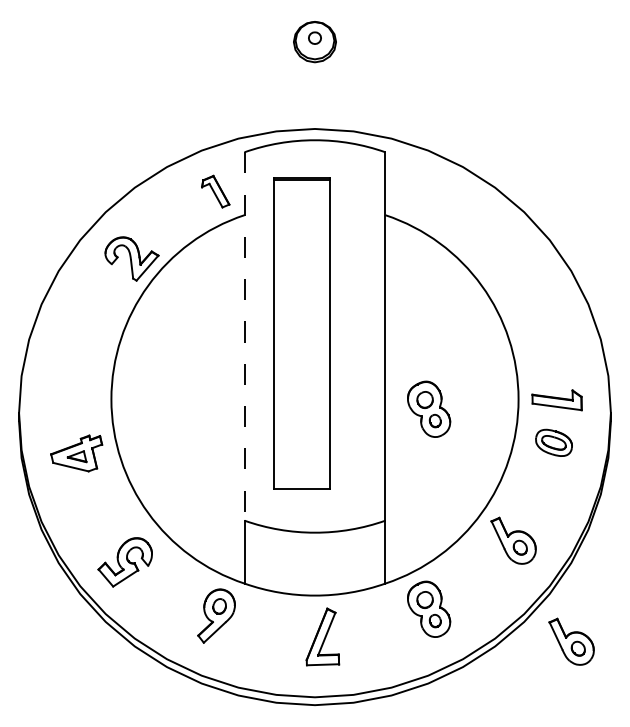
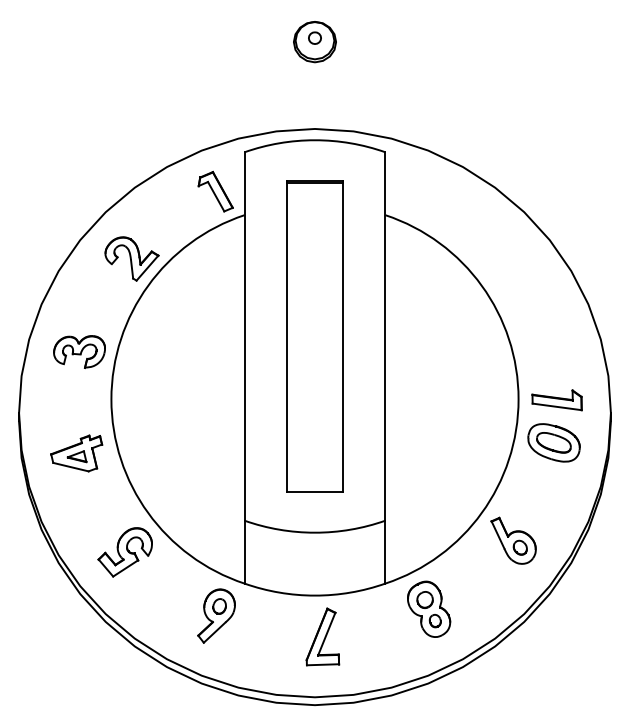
part at (215, 191) size: 30x35 px -> 37x43 px
part at (301, 333) position: (301, 333) -> (314, 336)
line at (244, 336): dashed -> solid
part at (79, 351): none -> present
part at (429, 408): present -> none
part at (553, 442) size: 38x29 px -> 54x40 px
part at (124, 562) position: (124, 562) -> (124, 552)
part at (571, 641): present -> none
